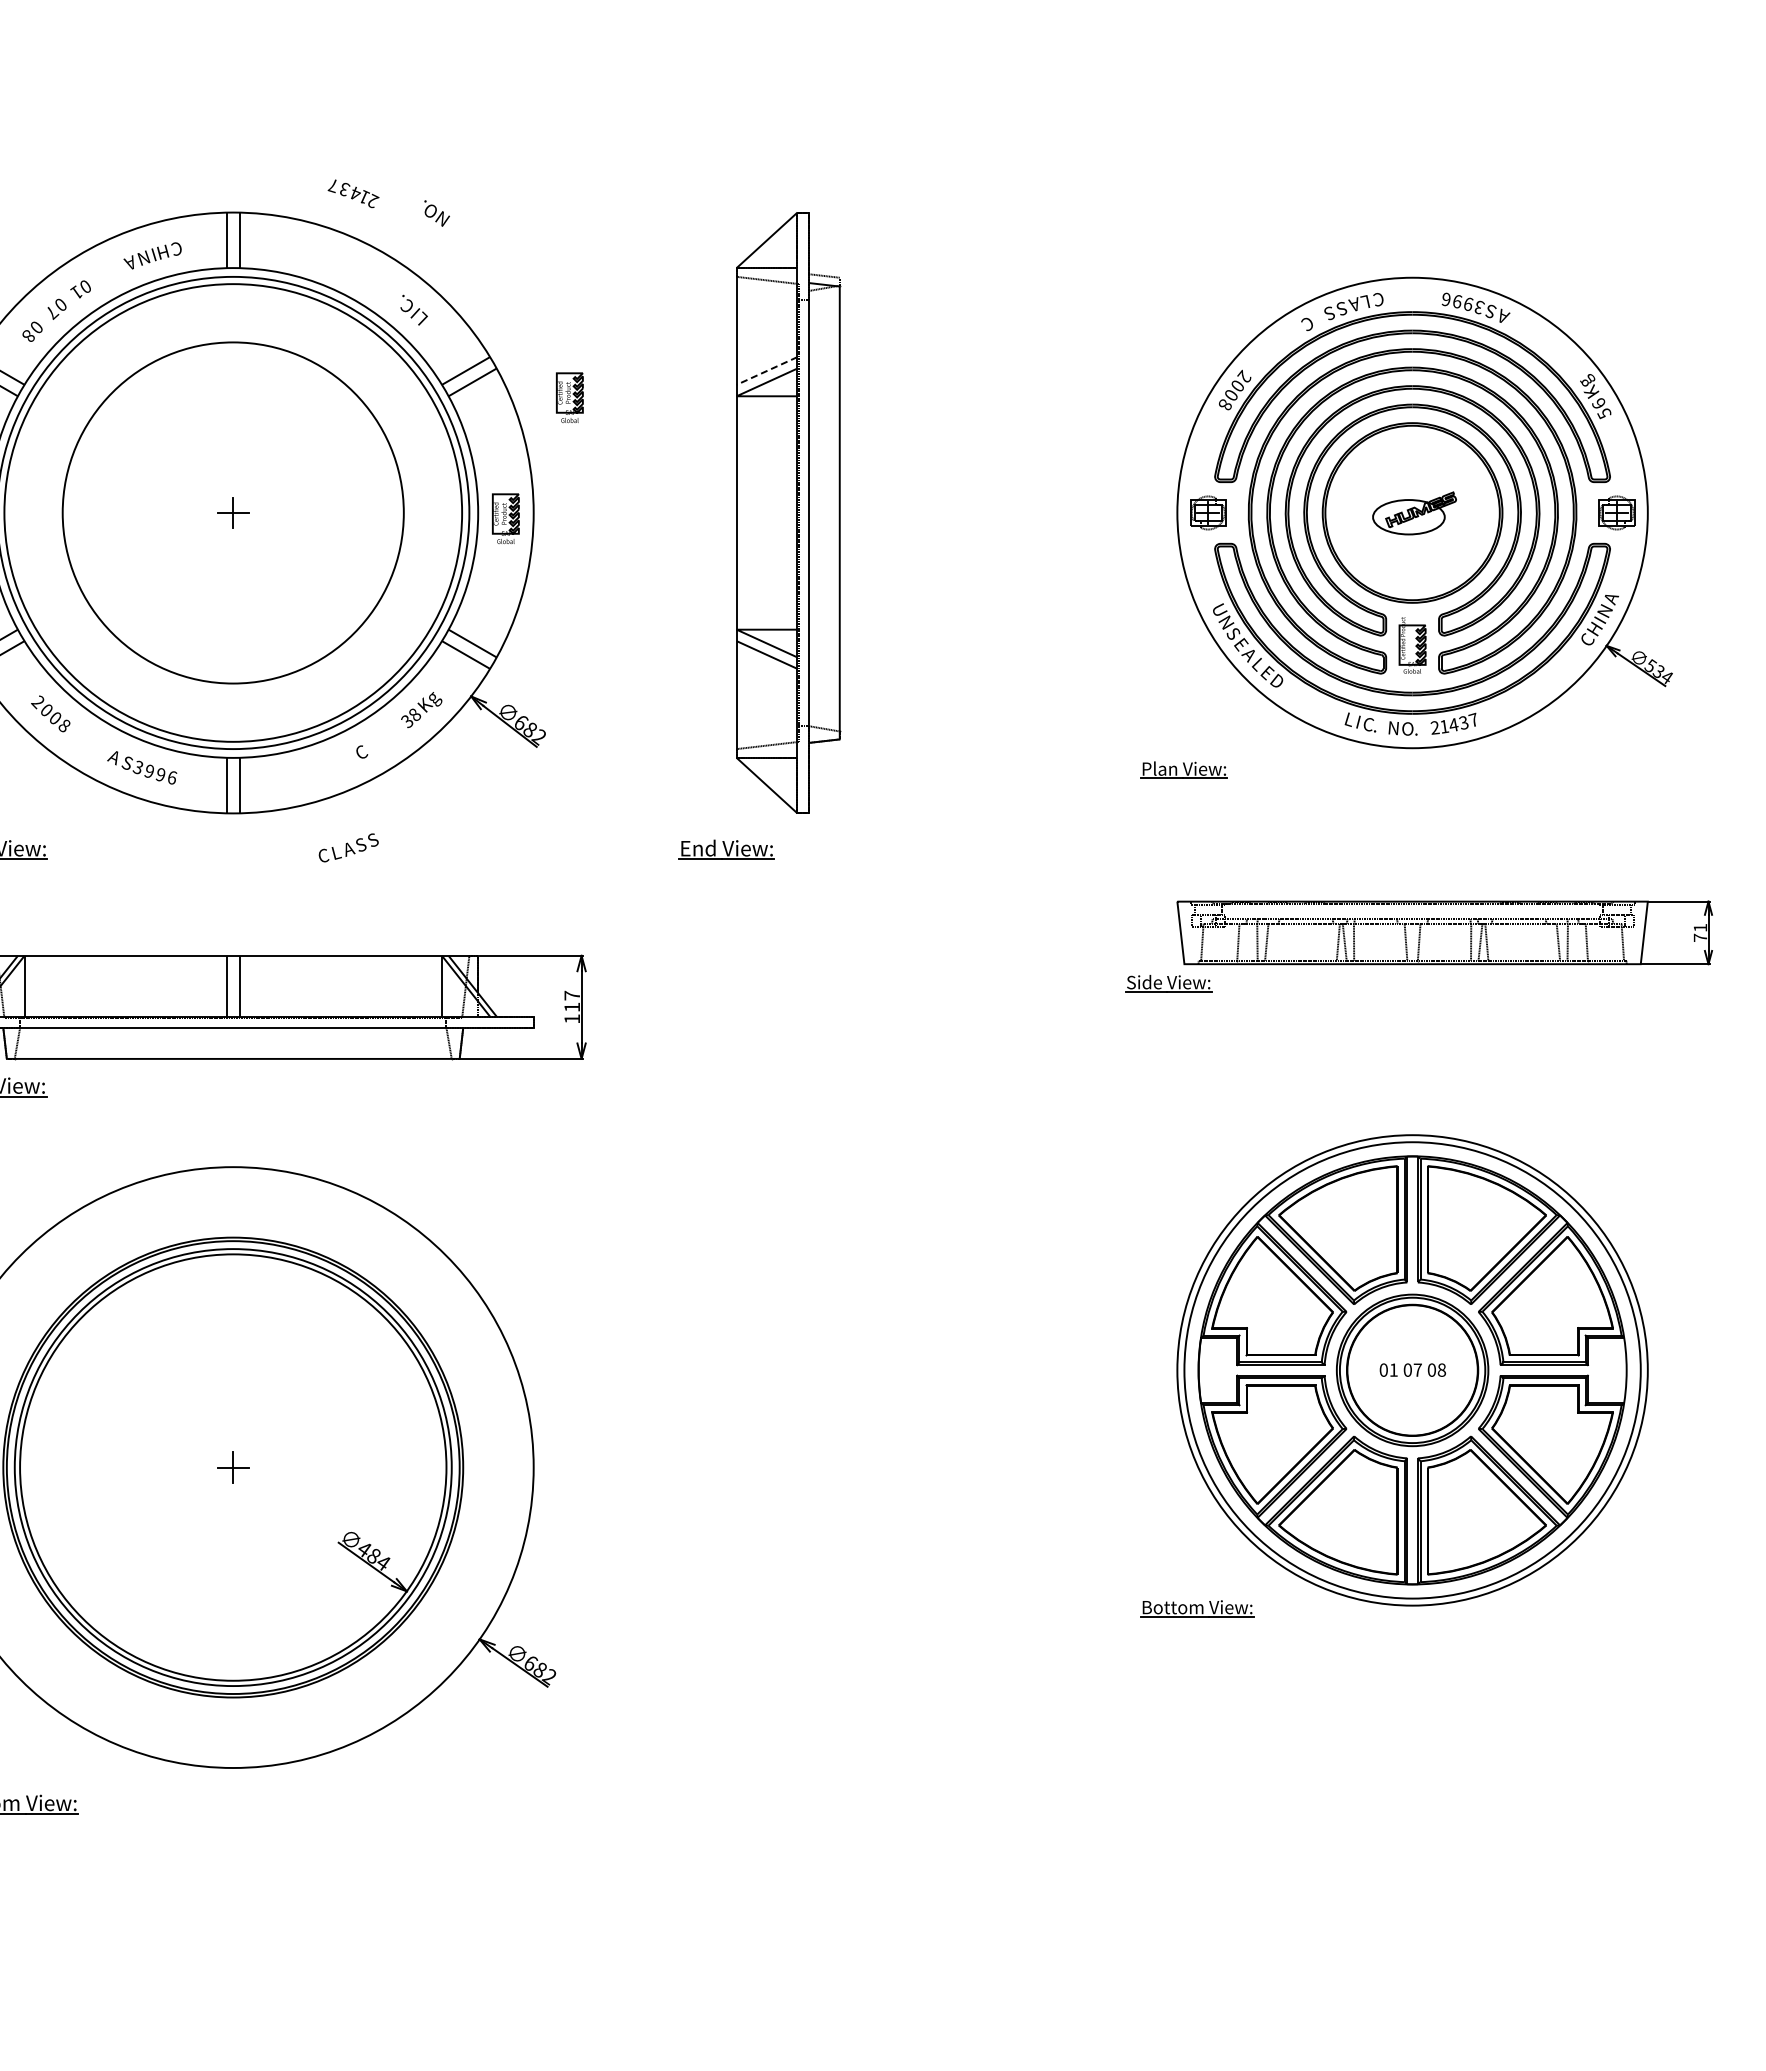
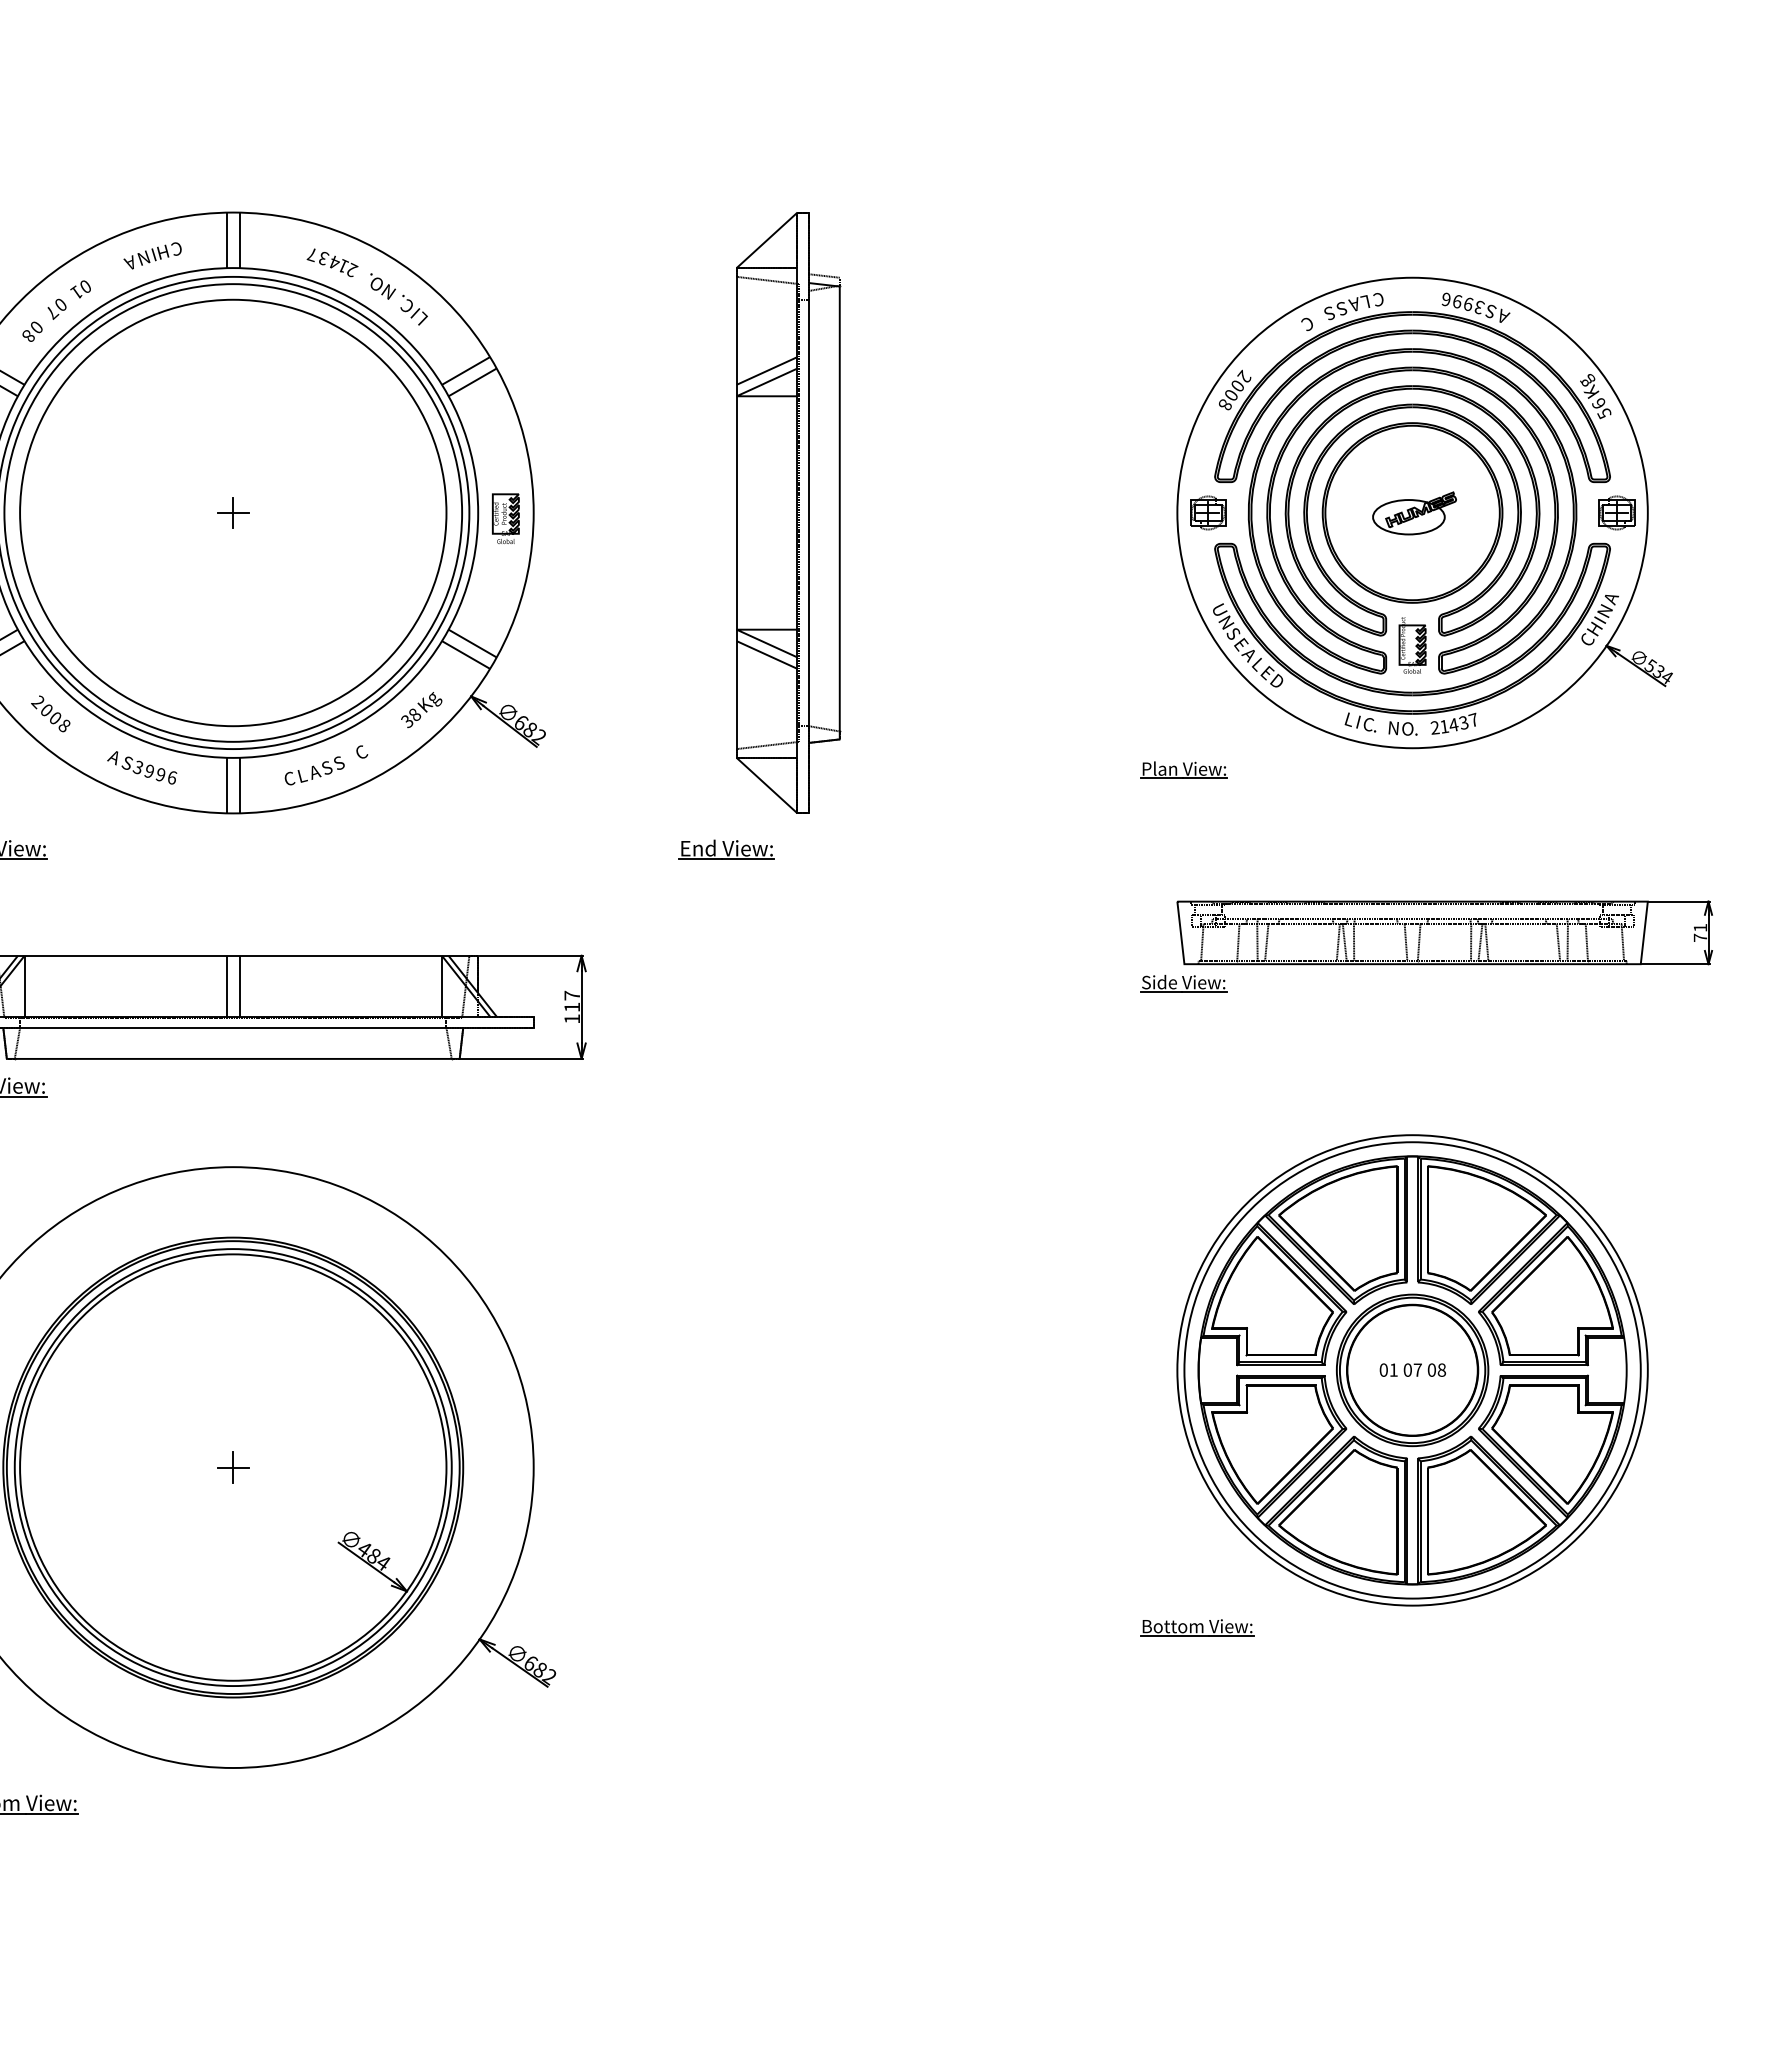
text at (353, 193) position: (353, 193) -> (332, 262)
text at (436, 213) position: (436, 213) -> (382, 286)
line at (766, 371): dashed -> solid
part at (569, 397): present -> none
circle at (232, 512) diameter: 341 px -> 426 px
text at (348, 847) position: (348, 847) -> (314, 770)
part at (1168, 983) position: (1168, 983) -> (1183, 983)
part at (1197, 1608) position: (1197, 1608) -> (1197, 1627)
